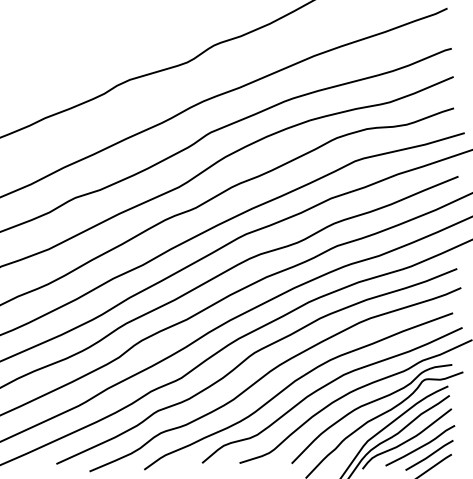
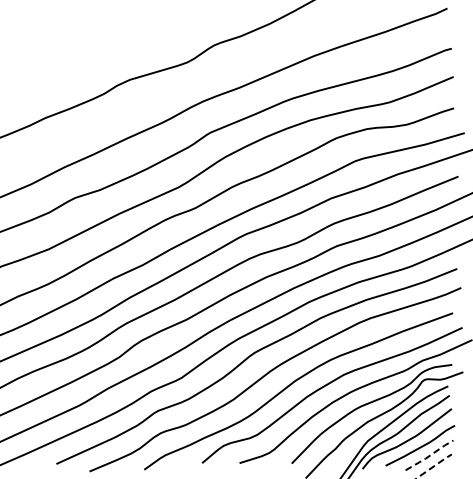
line at (429, 455): solid -> dashed
line at (434, 465): solid -> dashed
